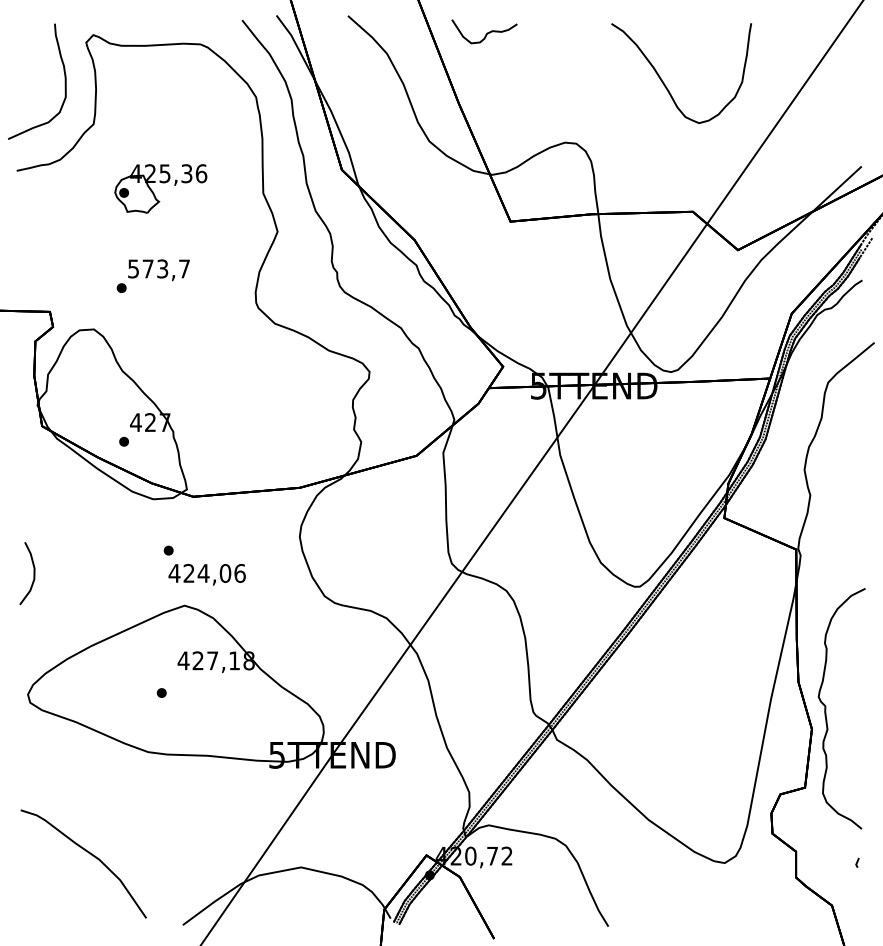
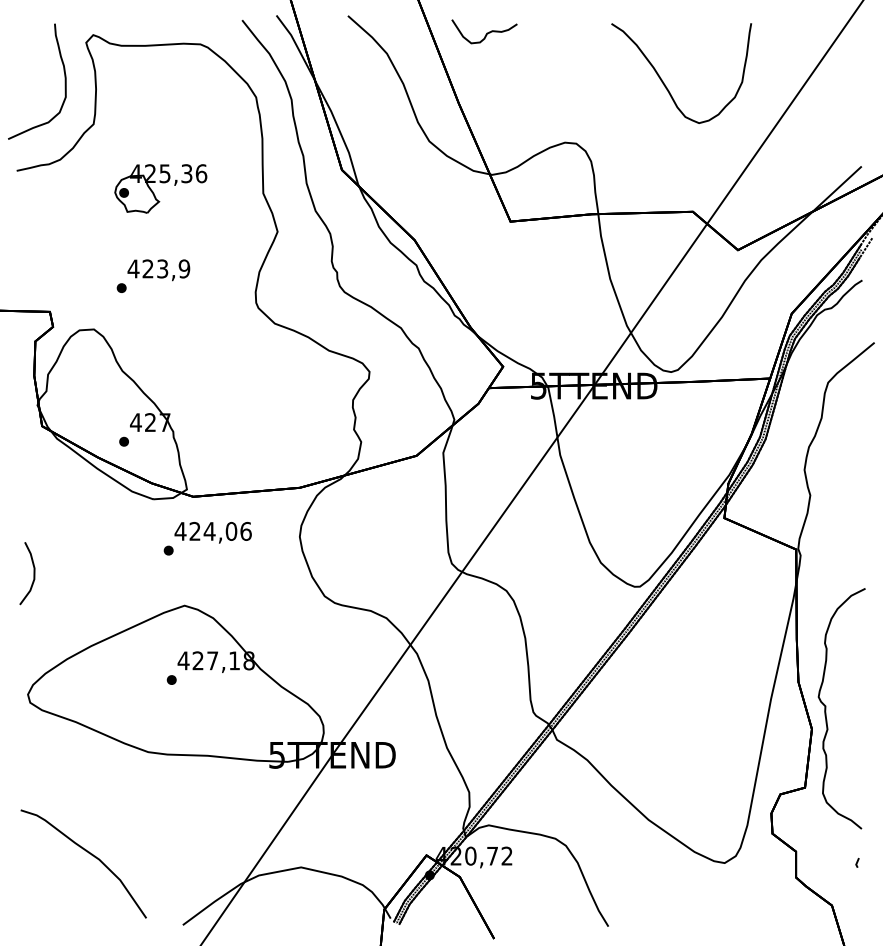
text at (158, 268): 573,7 -> 423,9
text at (206, 574) position: (206, 574) -> (212, 532)
part at (161, 692) position: (161, 692) -> (171, 679)
